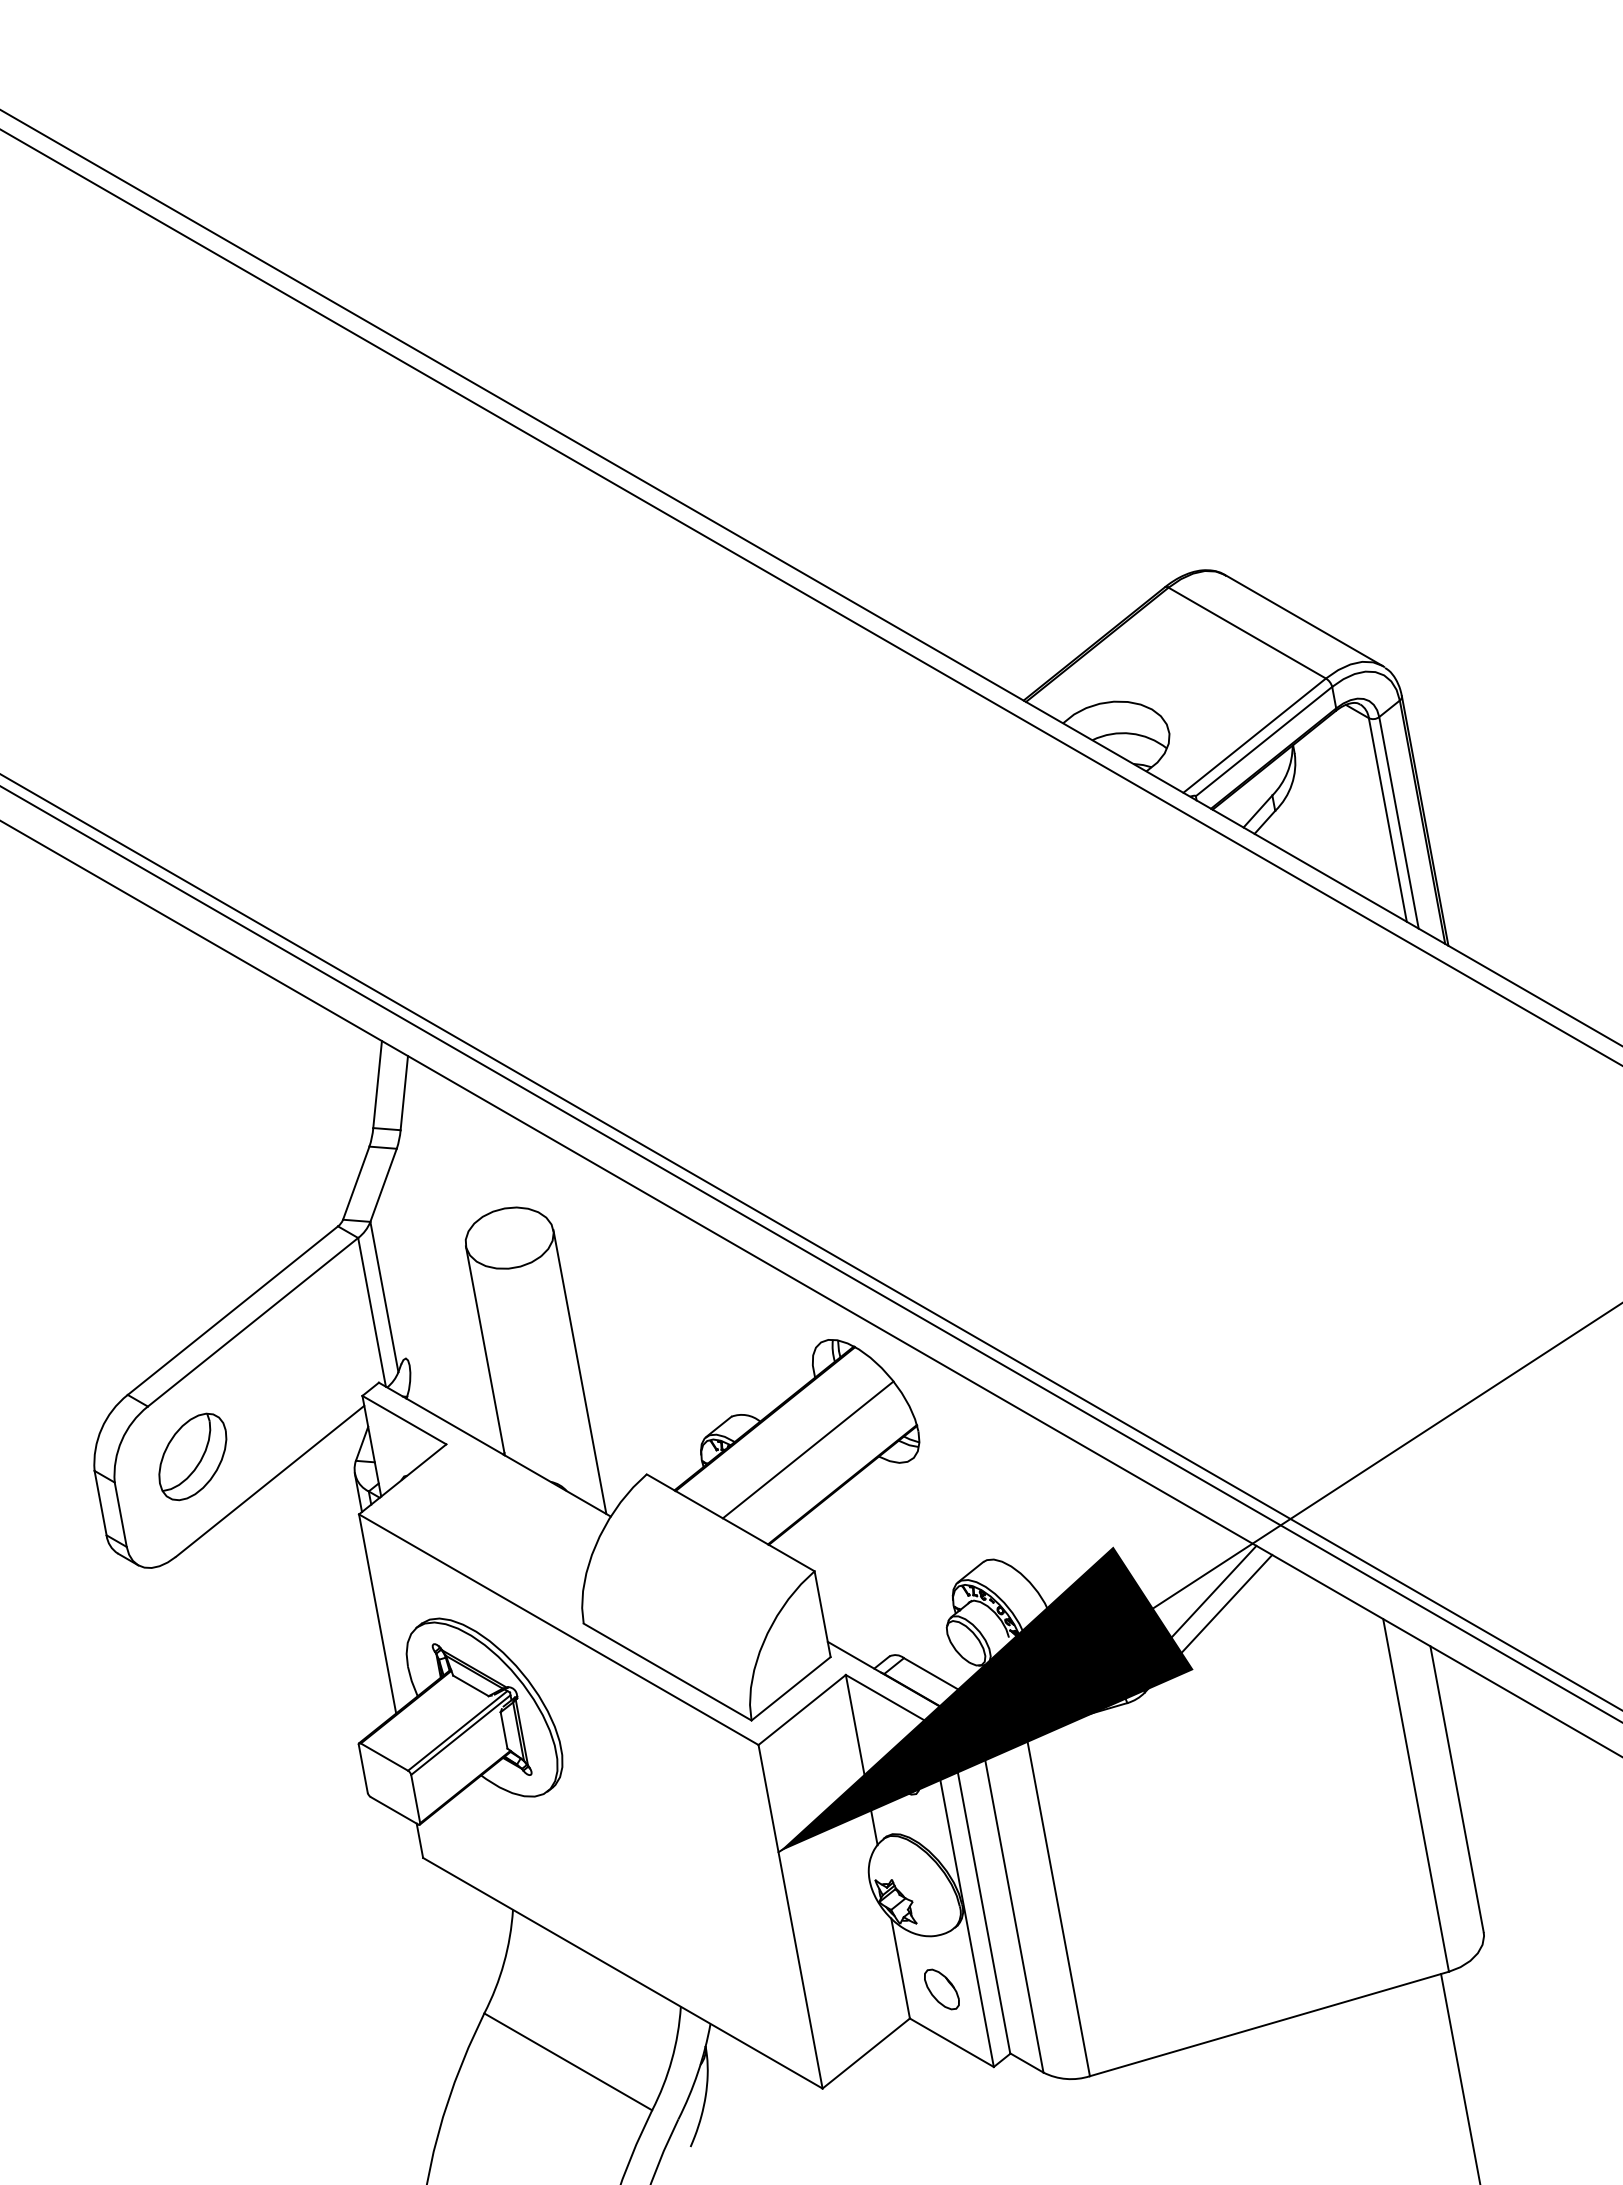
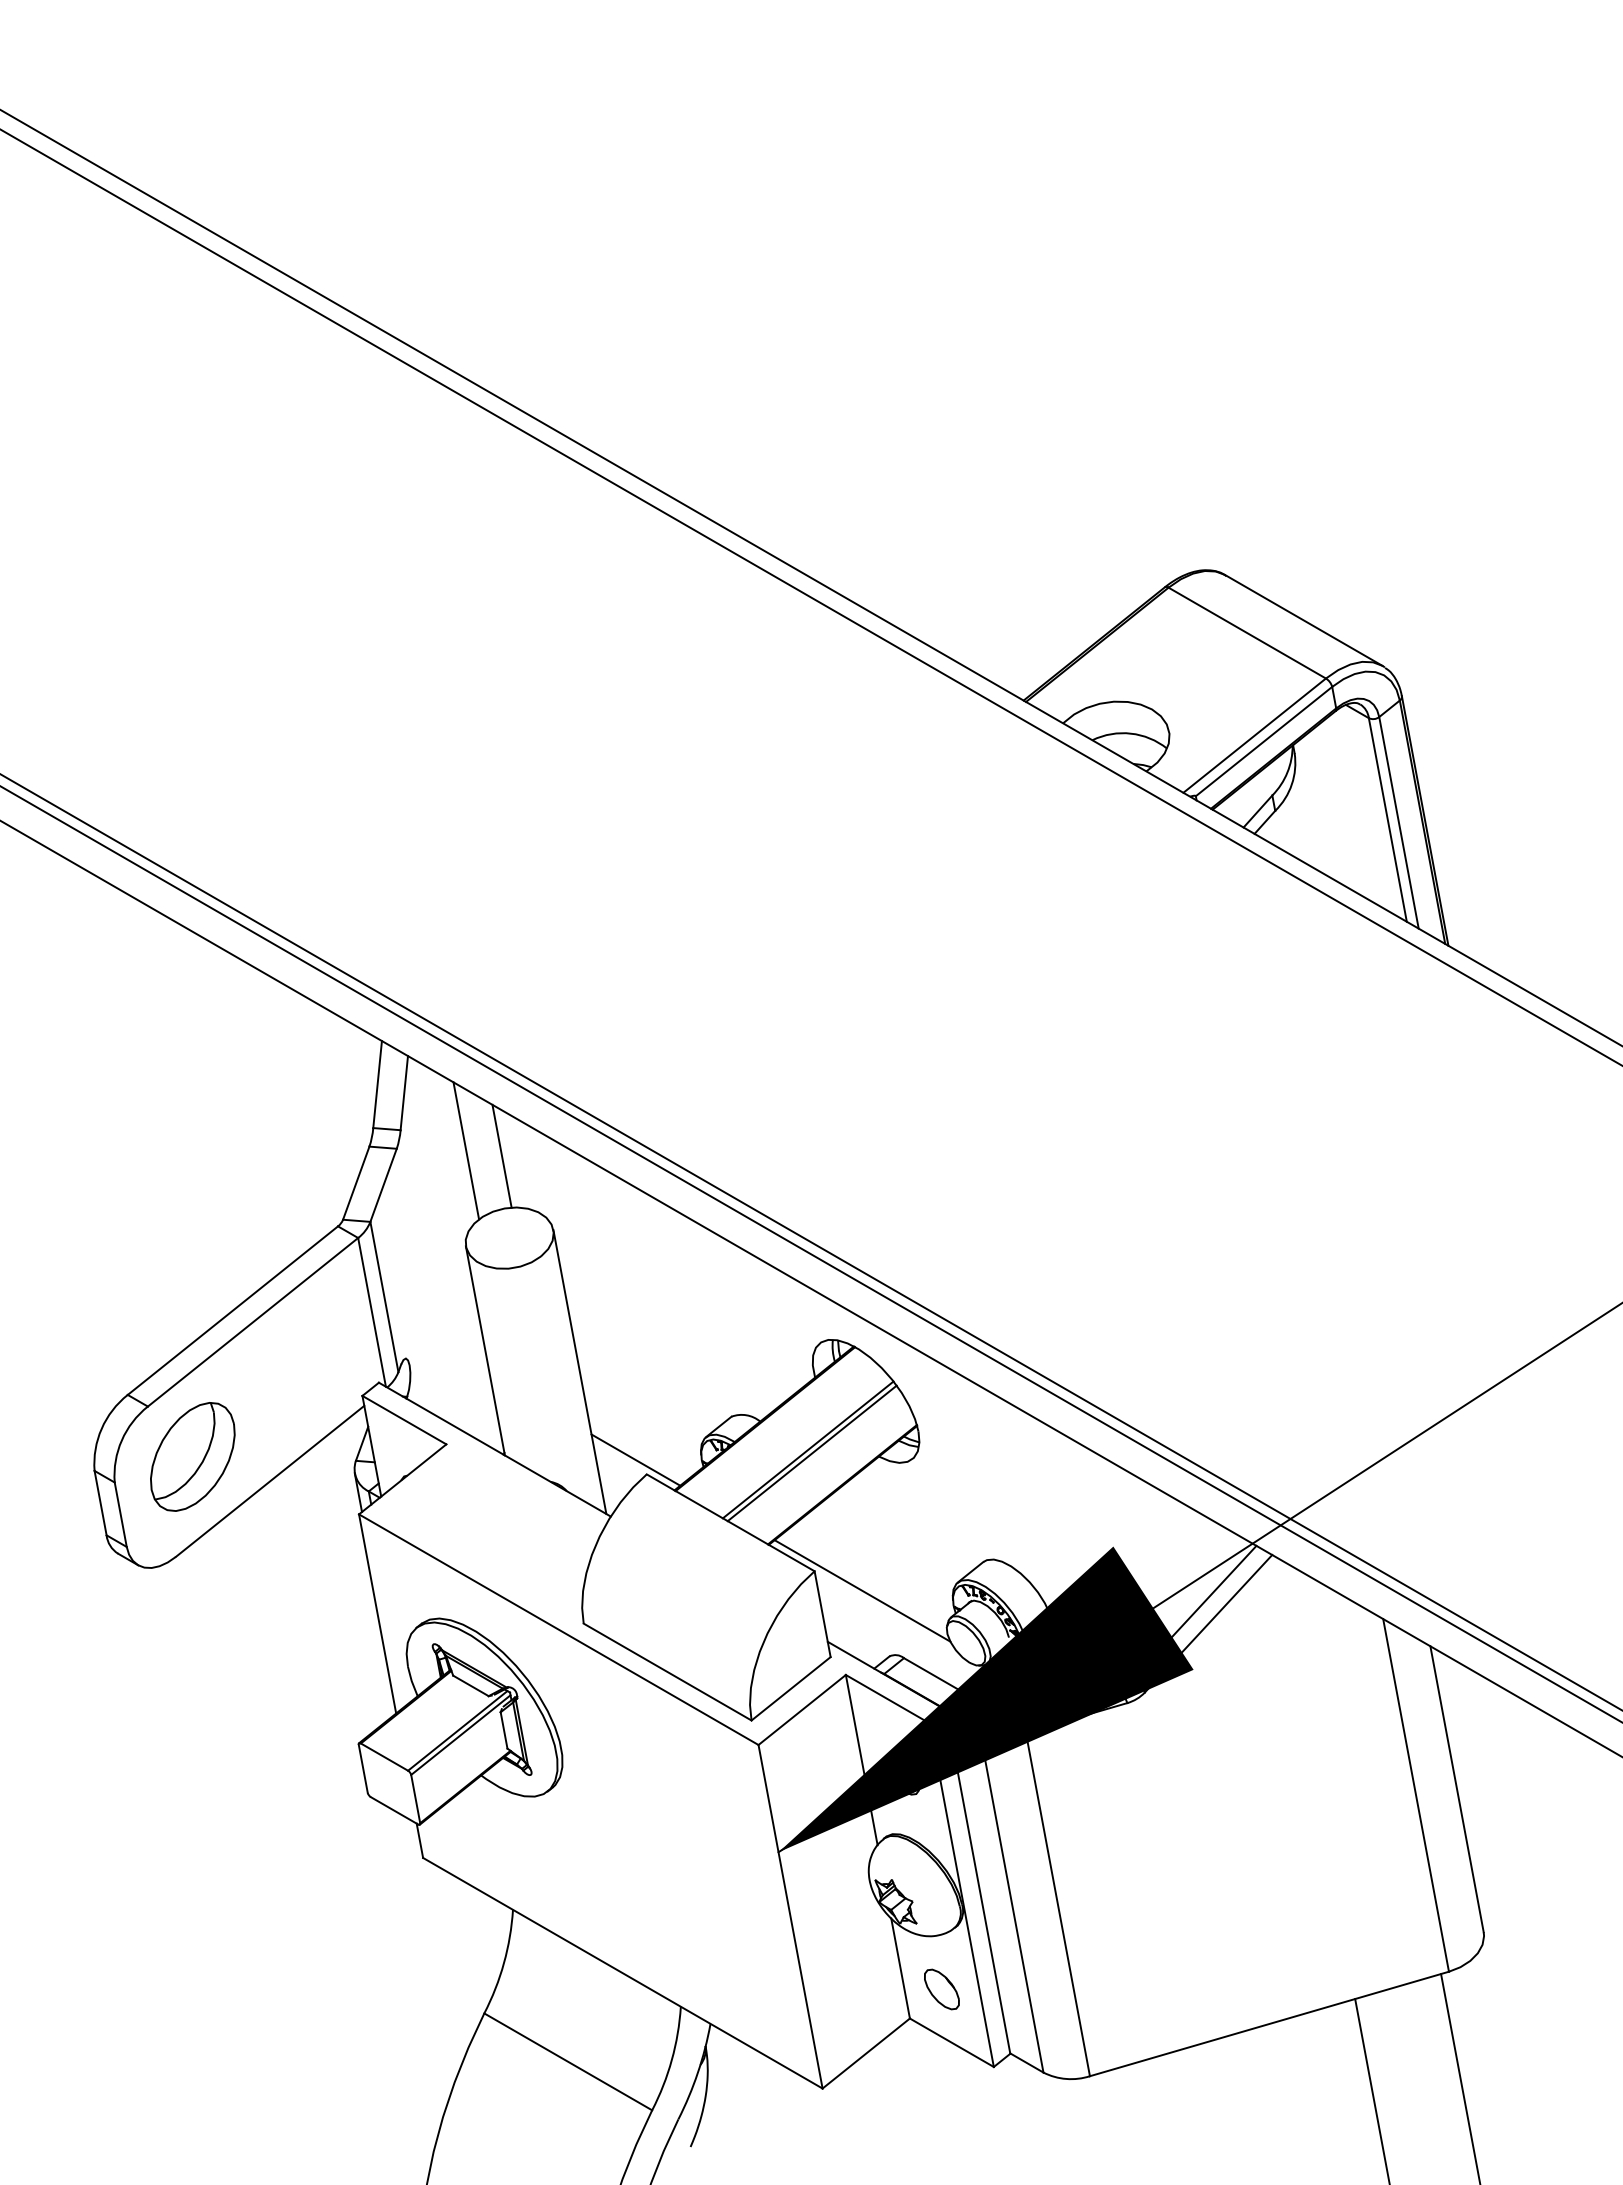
line at (466, 1150): none -> present
line at (501, 1155): none -> present
line at (811, 1453): none -> present
part at (192, 1456) size: 70x90 px -> 86x110 px
line at (635, 1459): none -> present
line at (862, 1590): none -> present
line at (1372, 2090): none -> present
